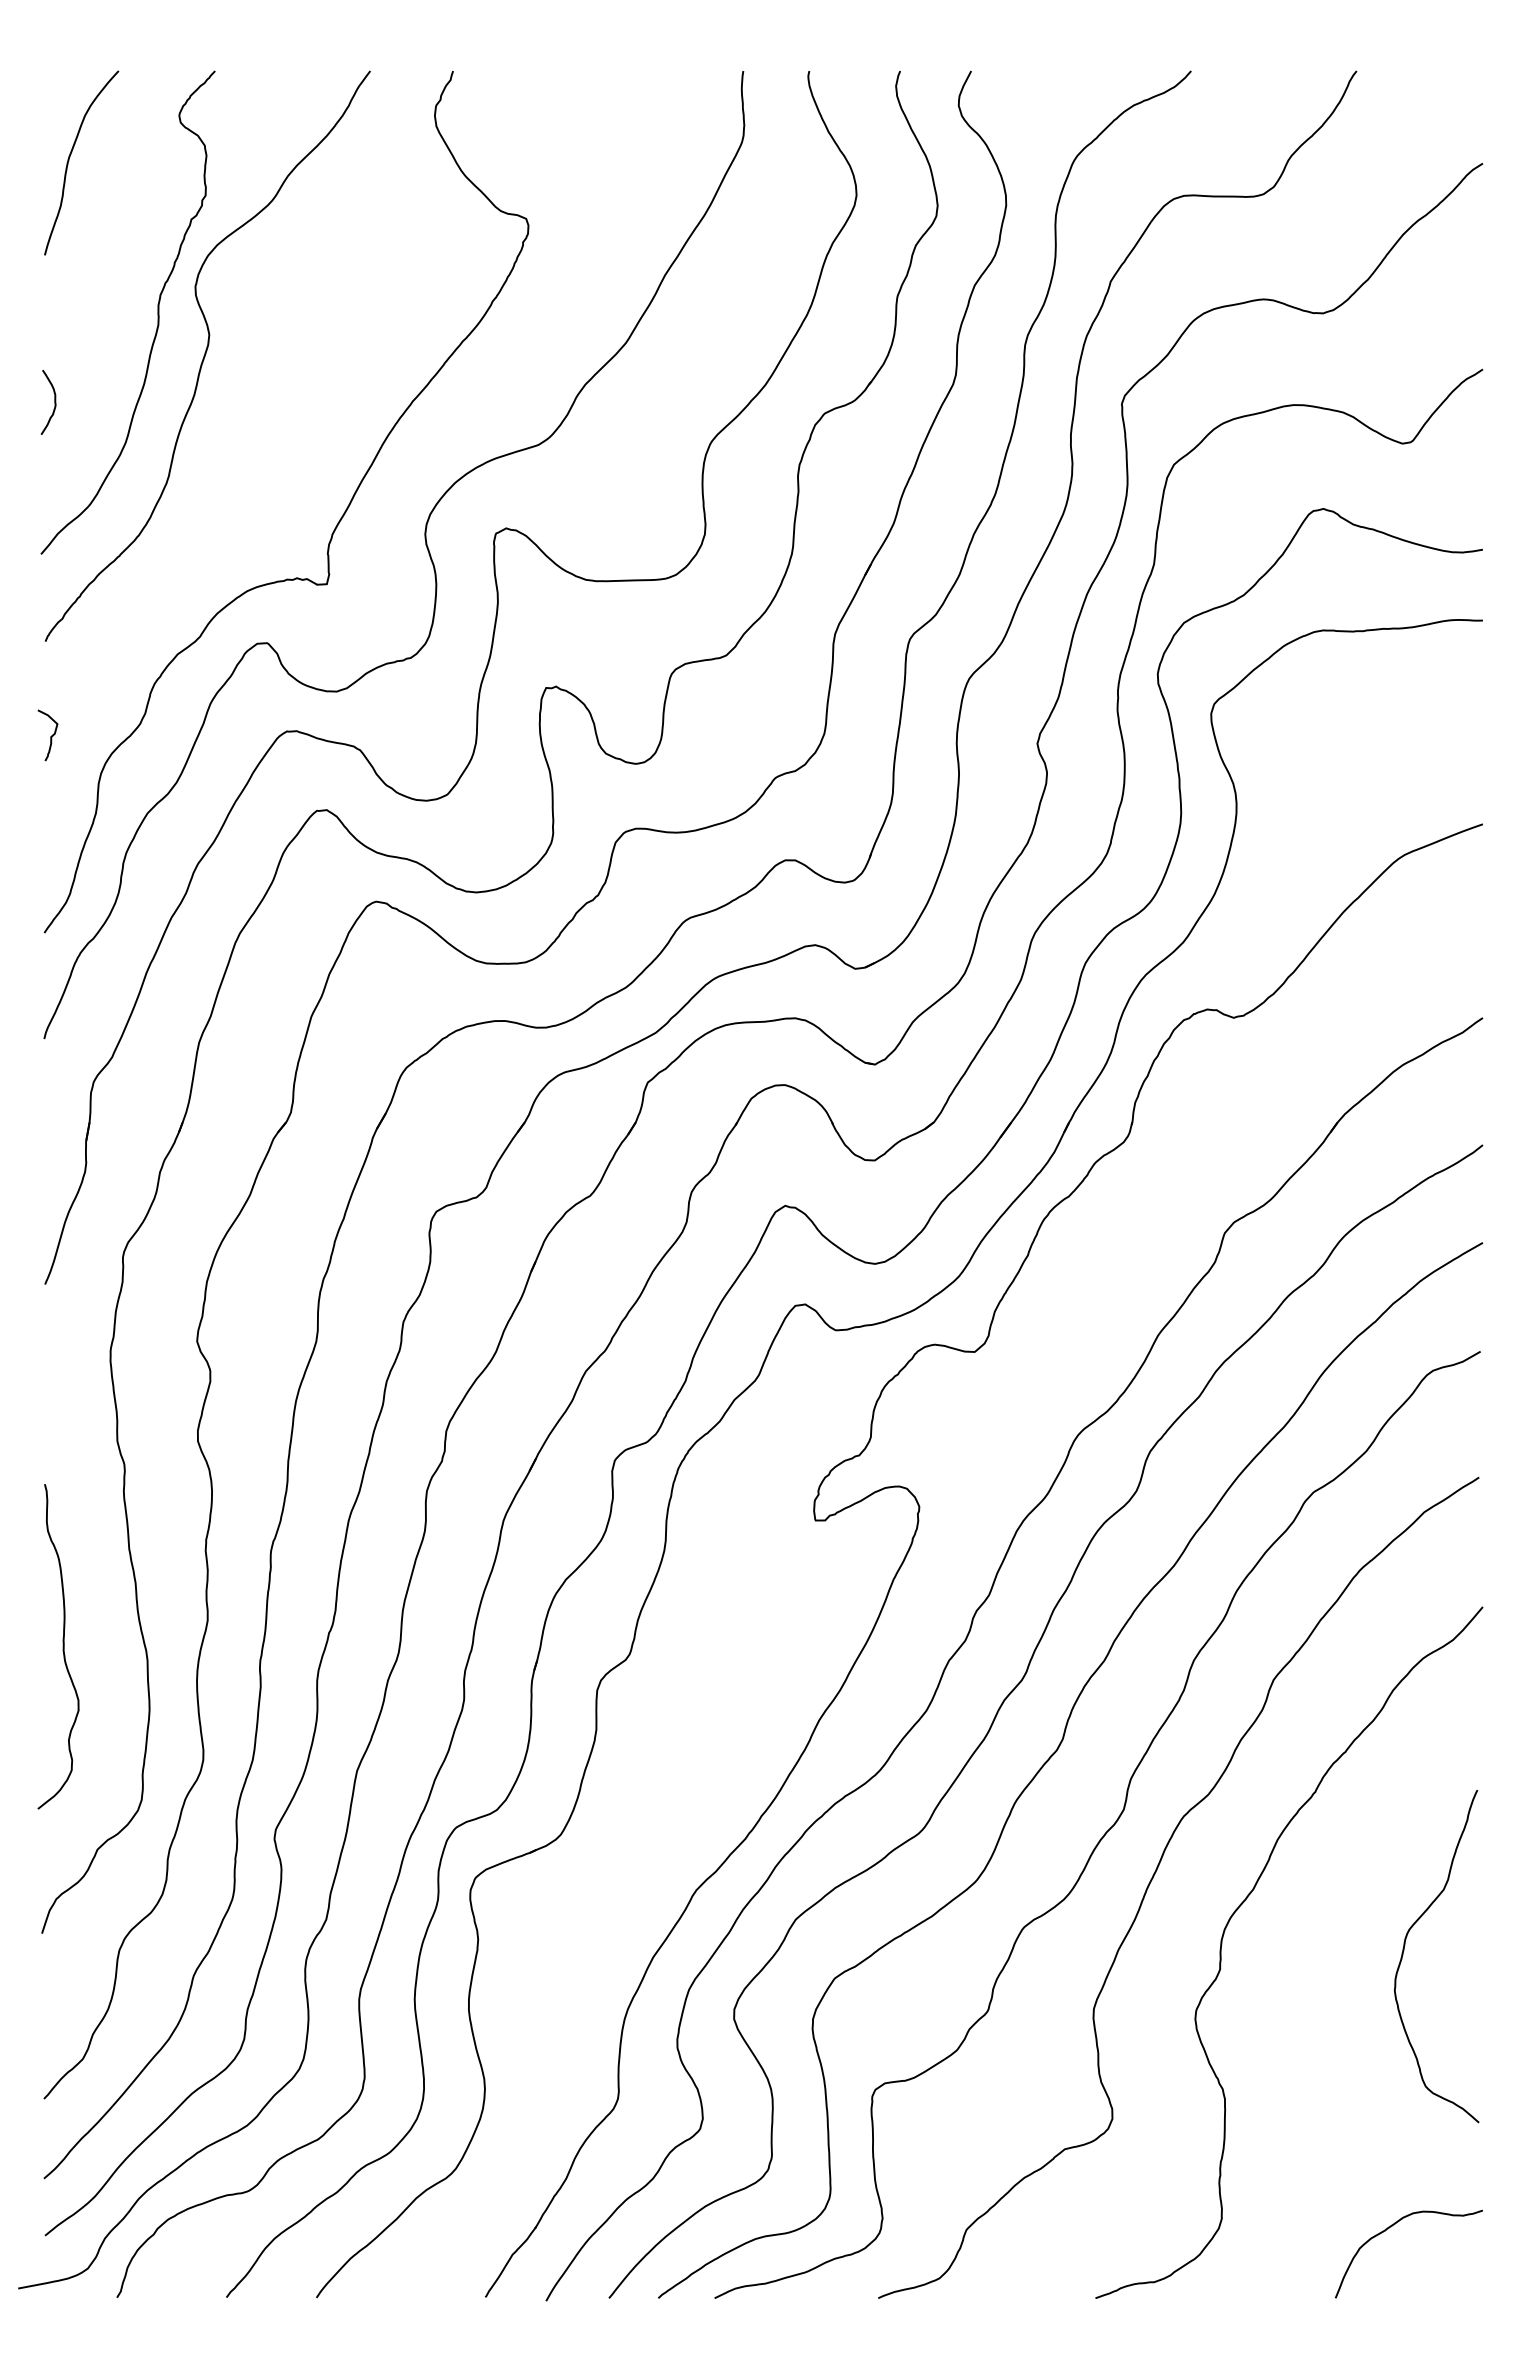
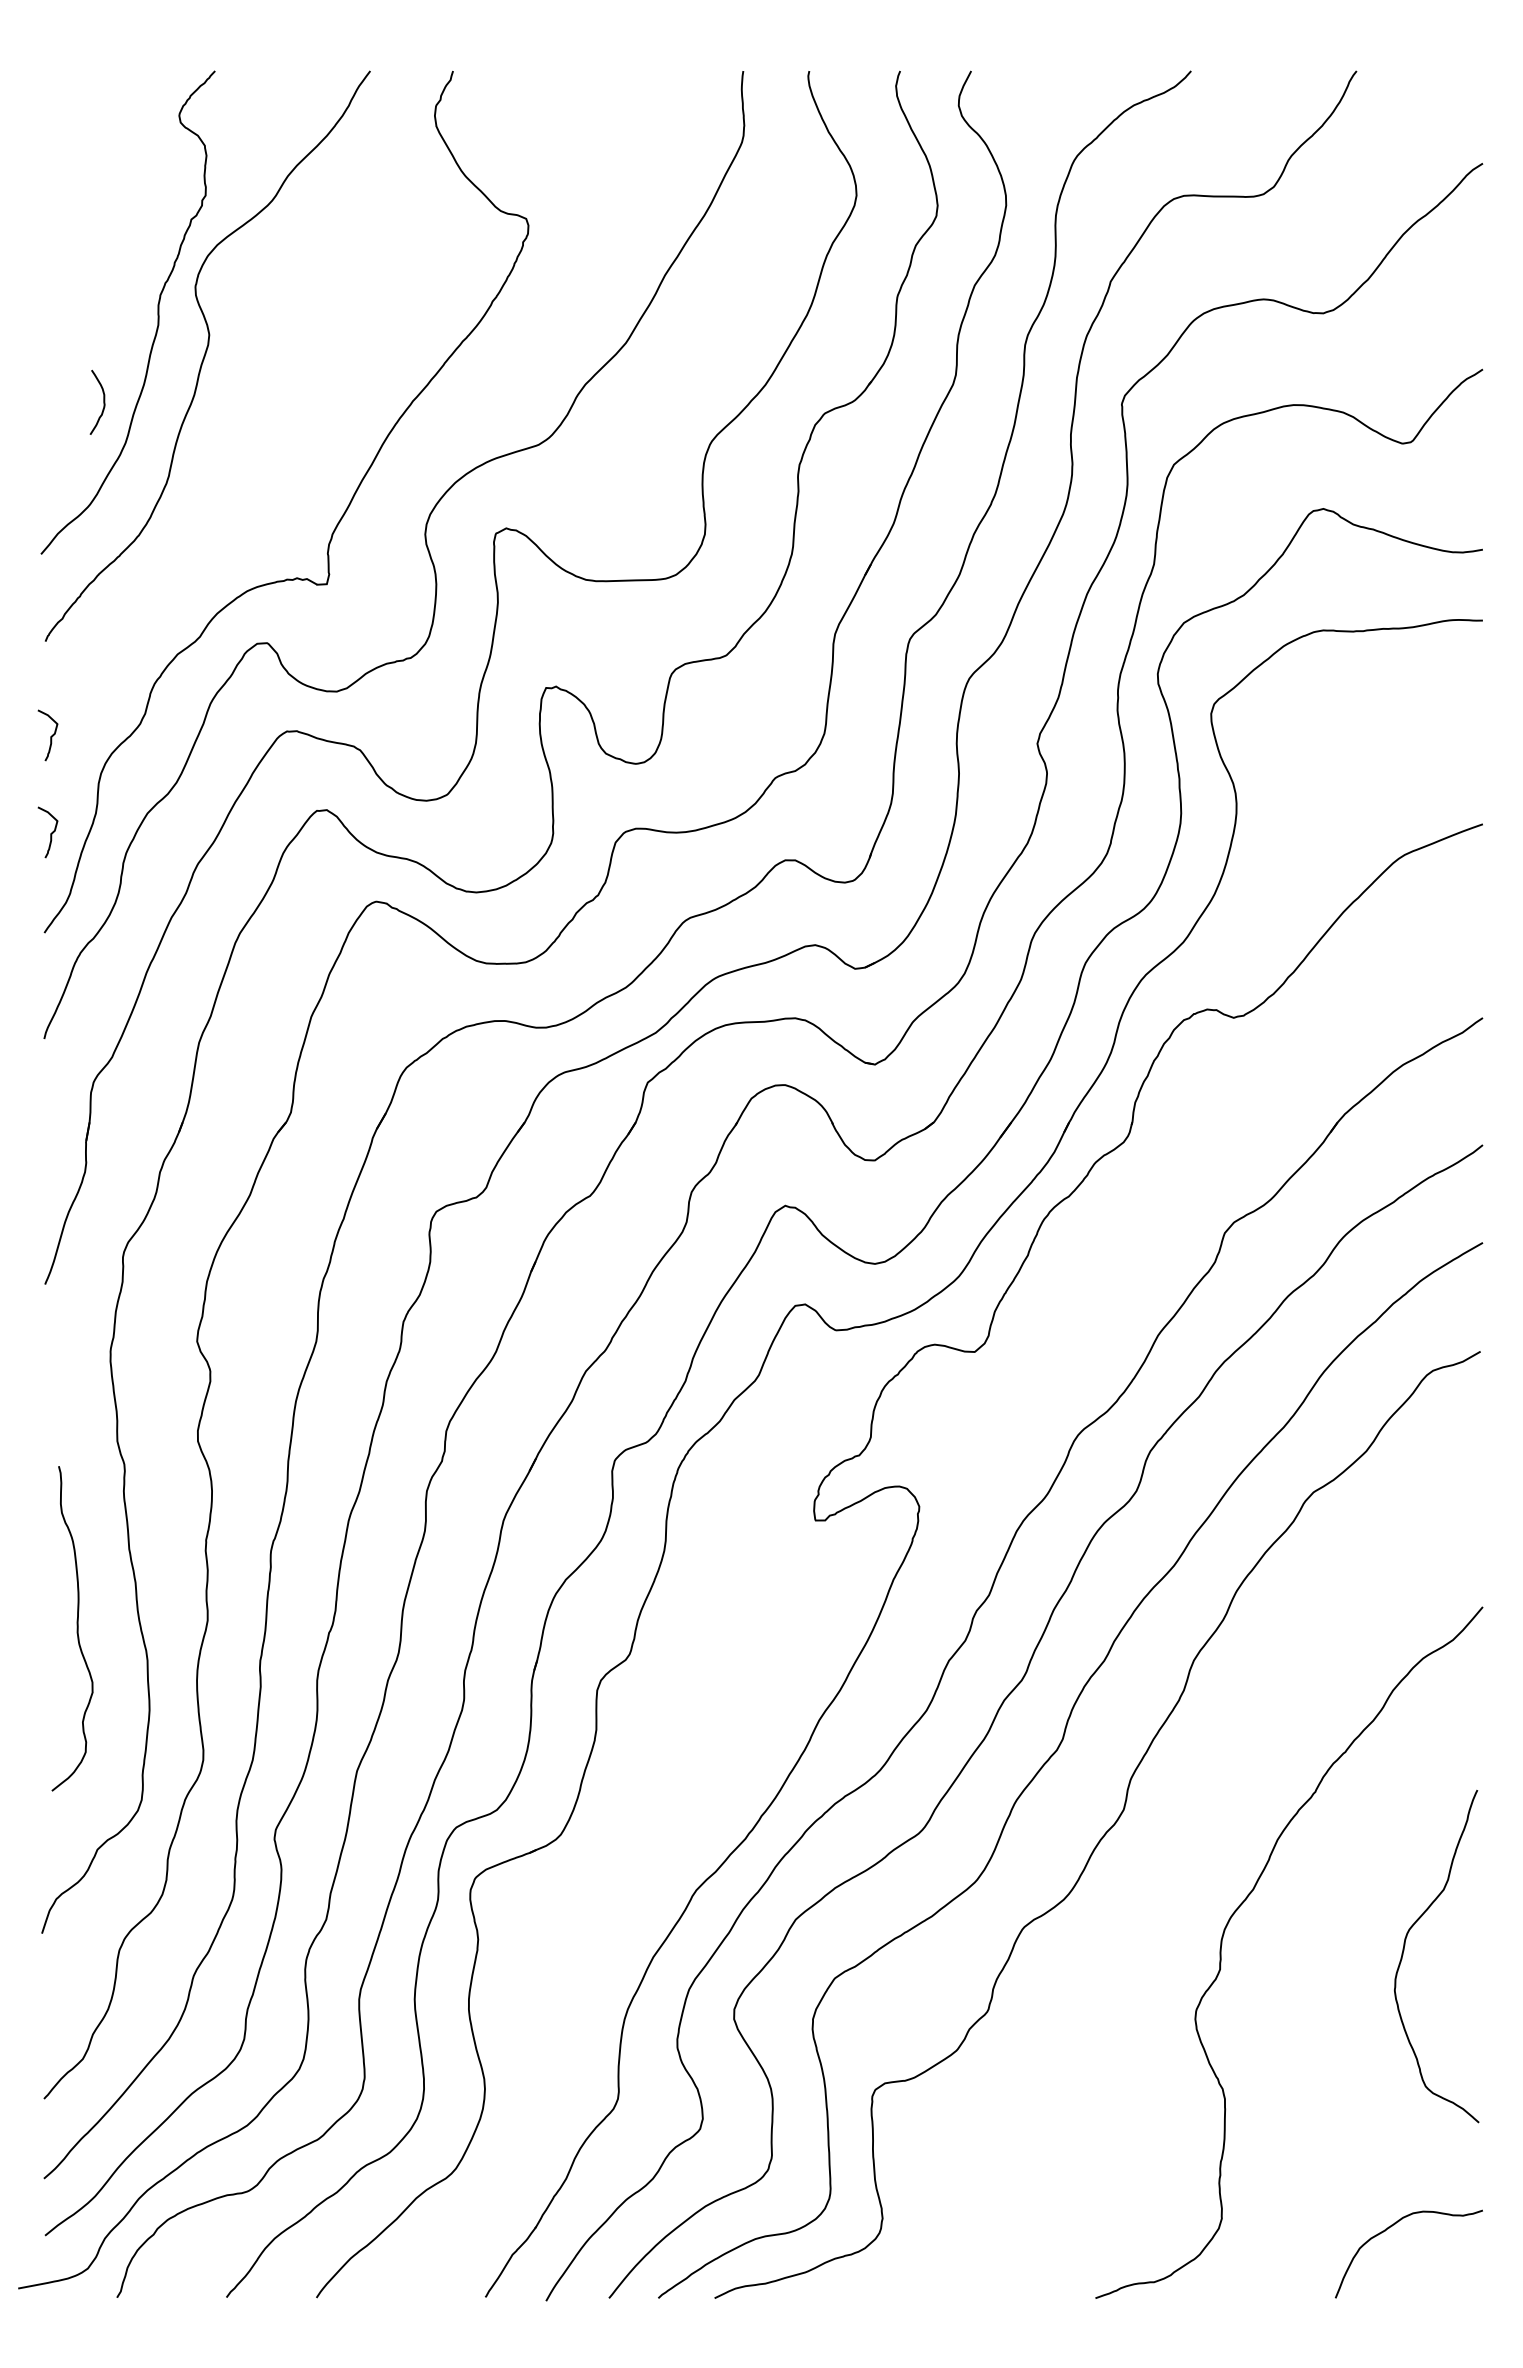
curve at (69, 161): present -> none
curve at (54, 401) position: (54, 401) -> (103, 401)
curve at (50, 833): none -> present
curve at (62, 1646) position: (62, 1646) -> (76, 1628)
curve at (1154, 1876): present -> none
